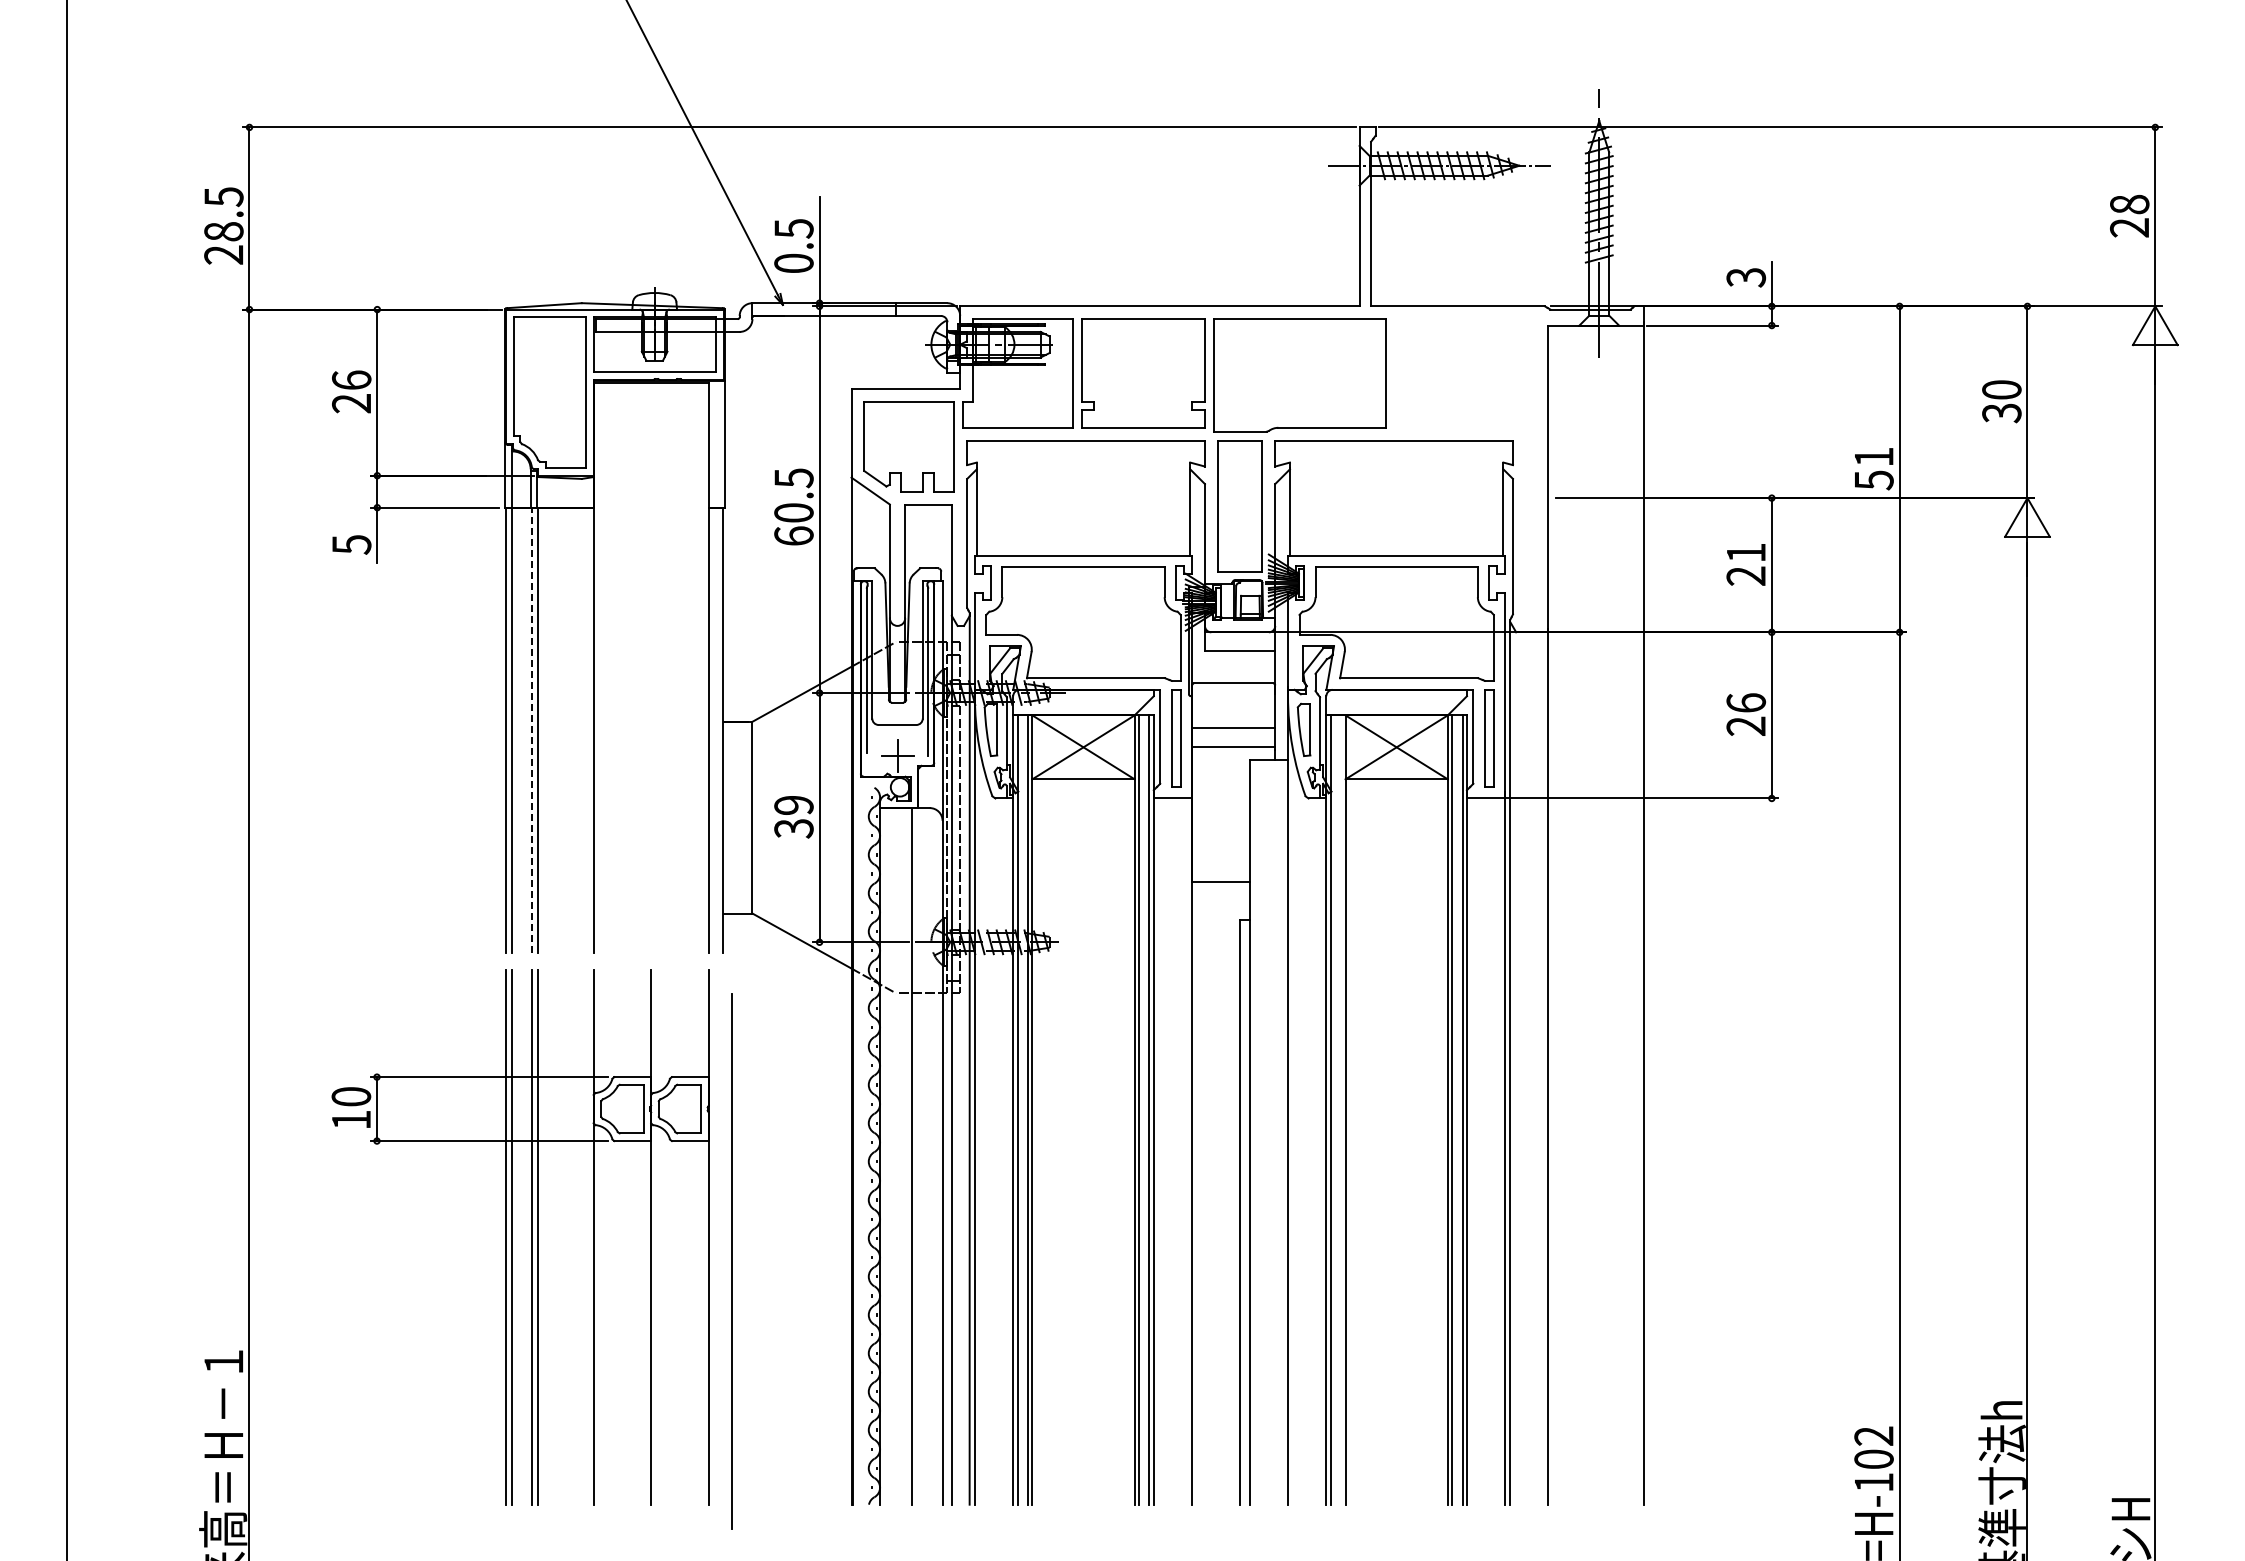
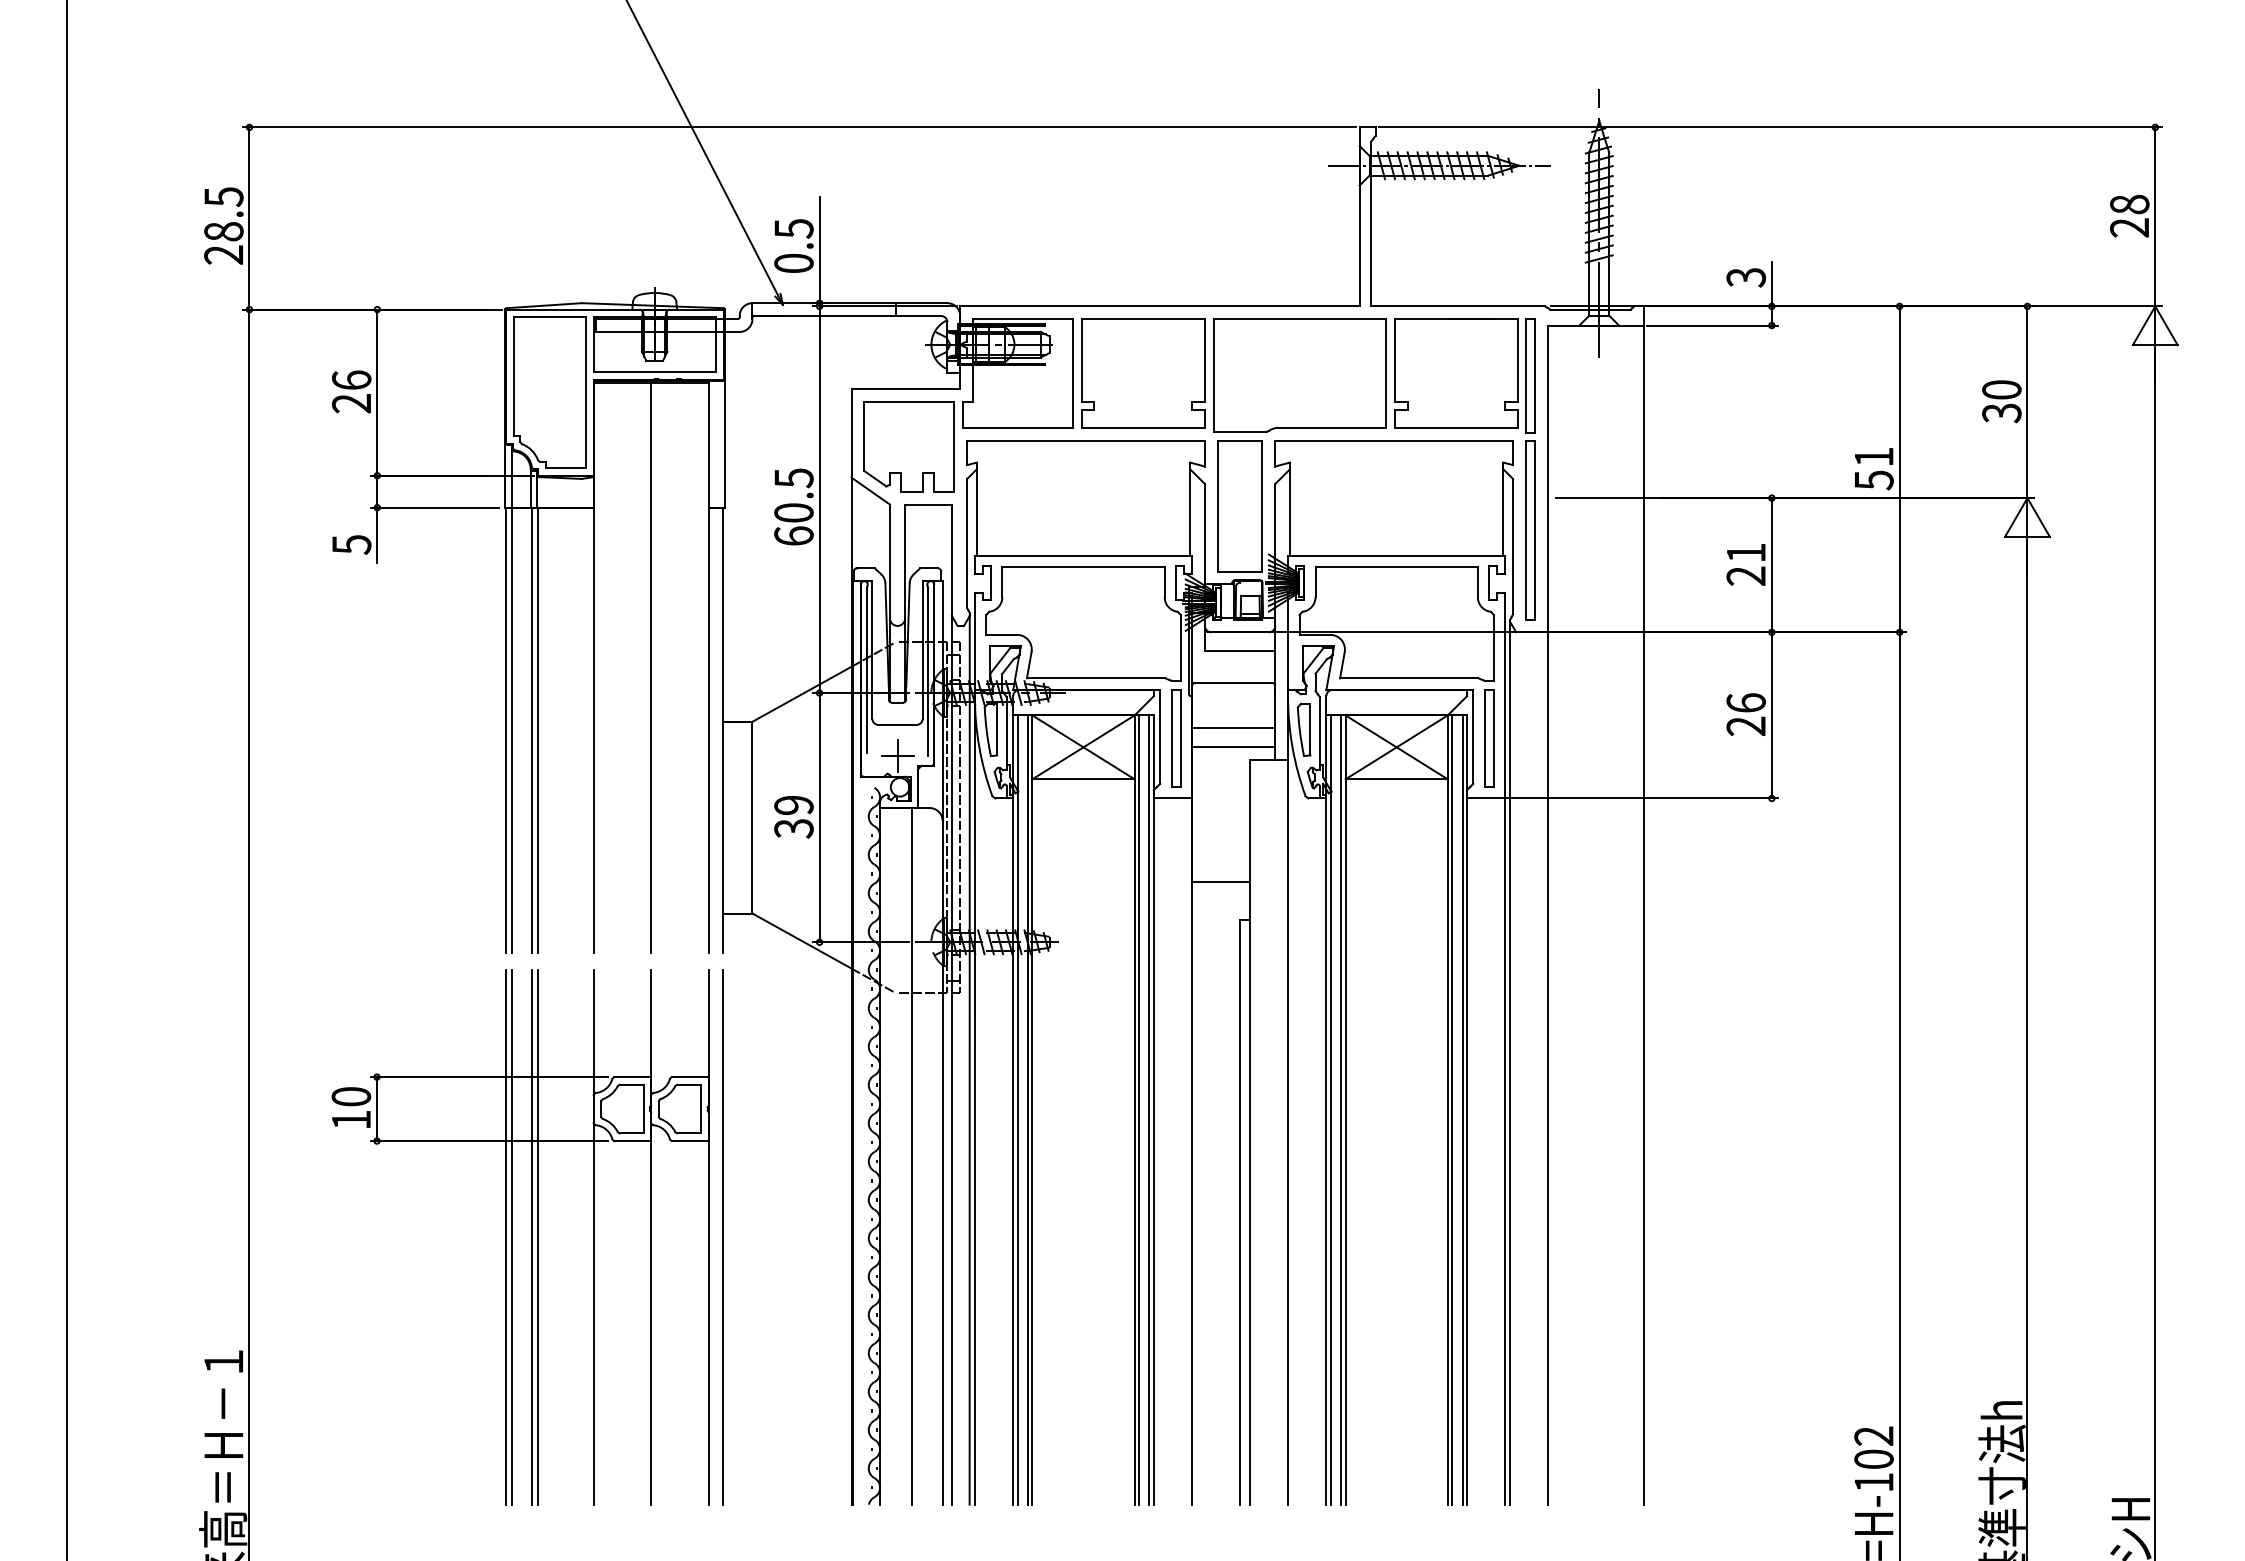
part at (1464, 428): none -> present
line at (651, 667): none -> present
line at (531, 729): dashed -> solid
line at (1341, 1109): none -> present
line at (731, 1261) position: (731, 1261) -> (722, 1237)
